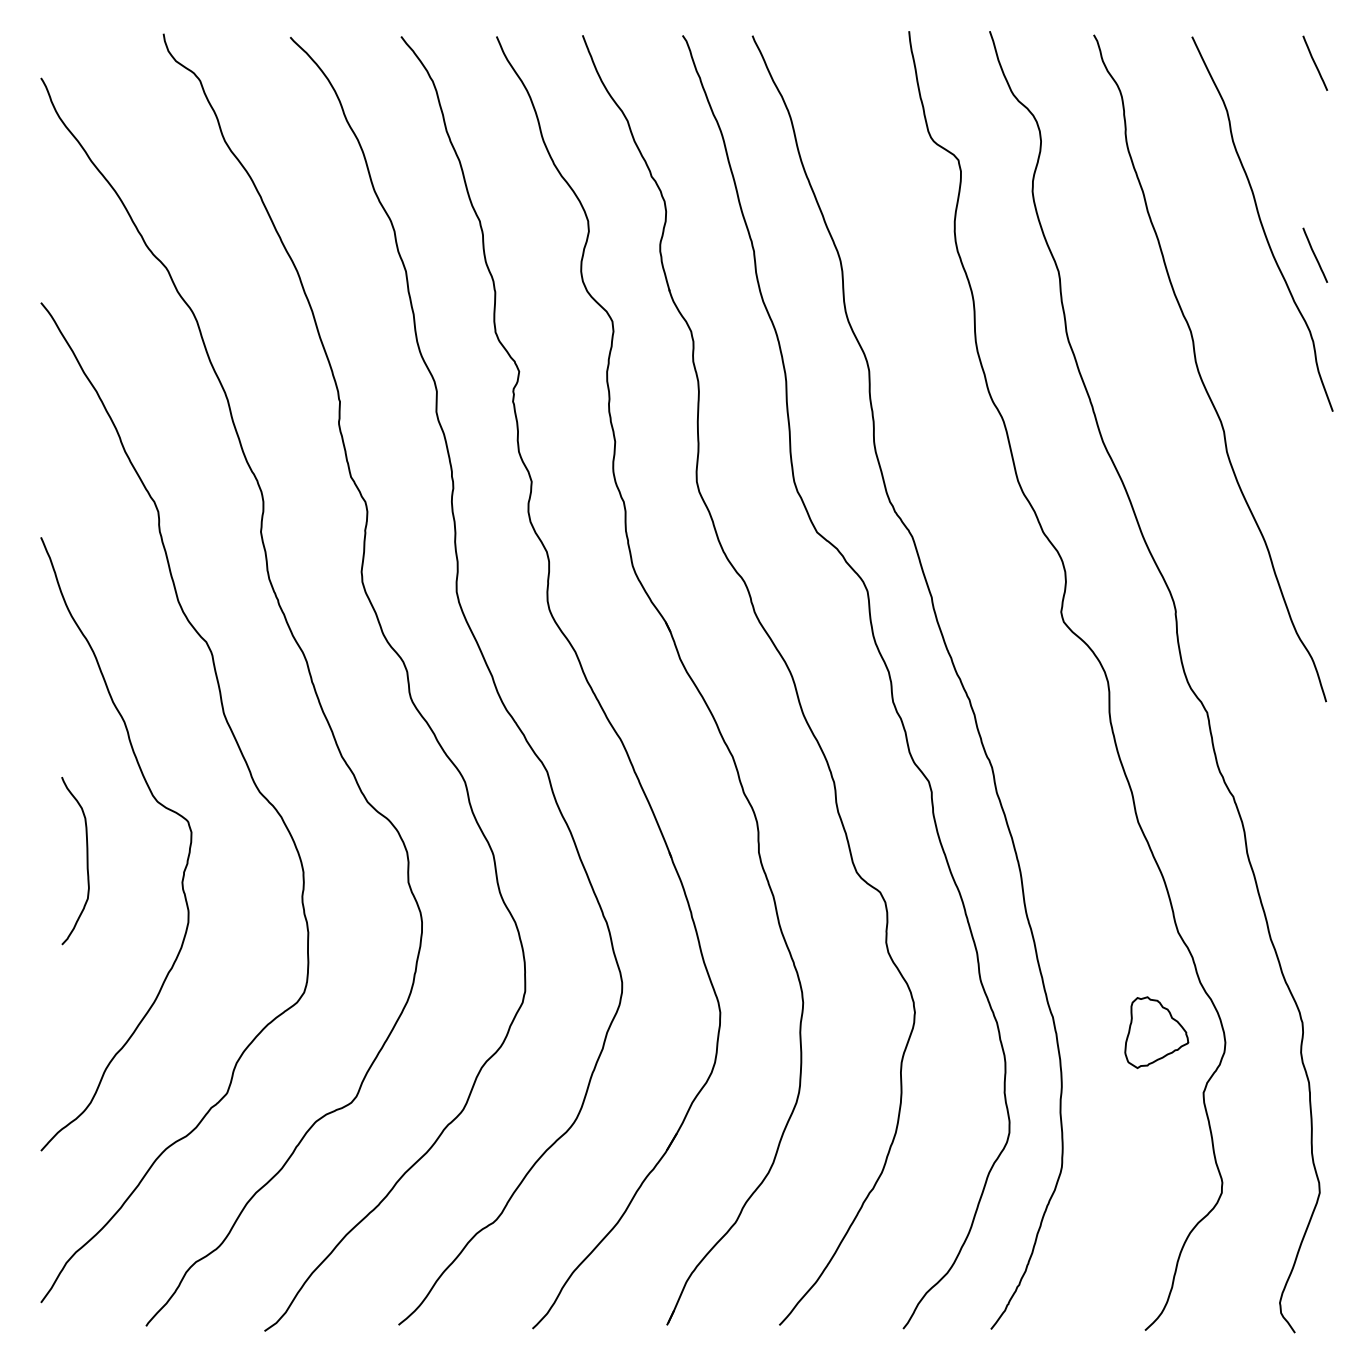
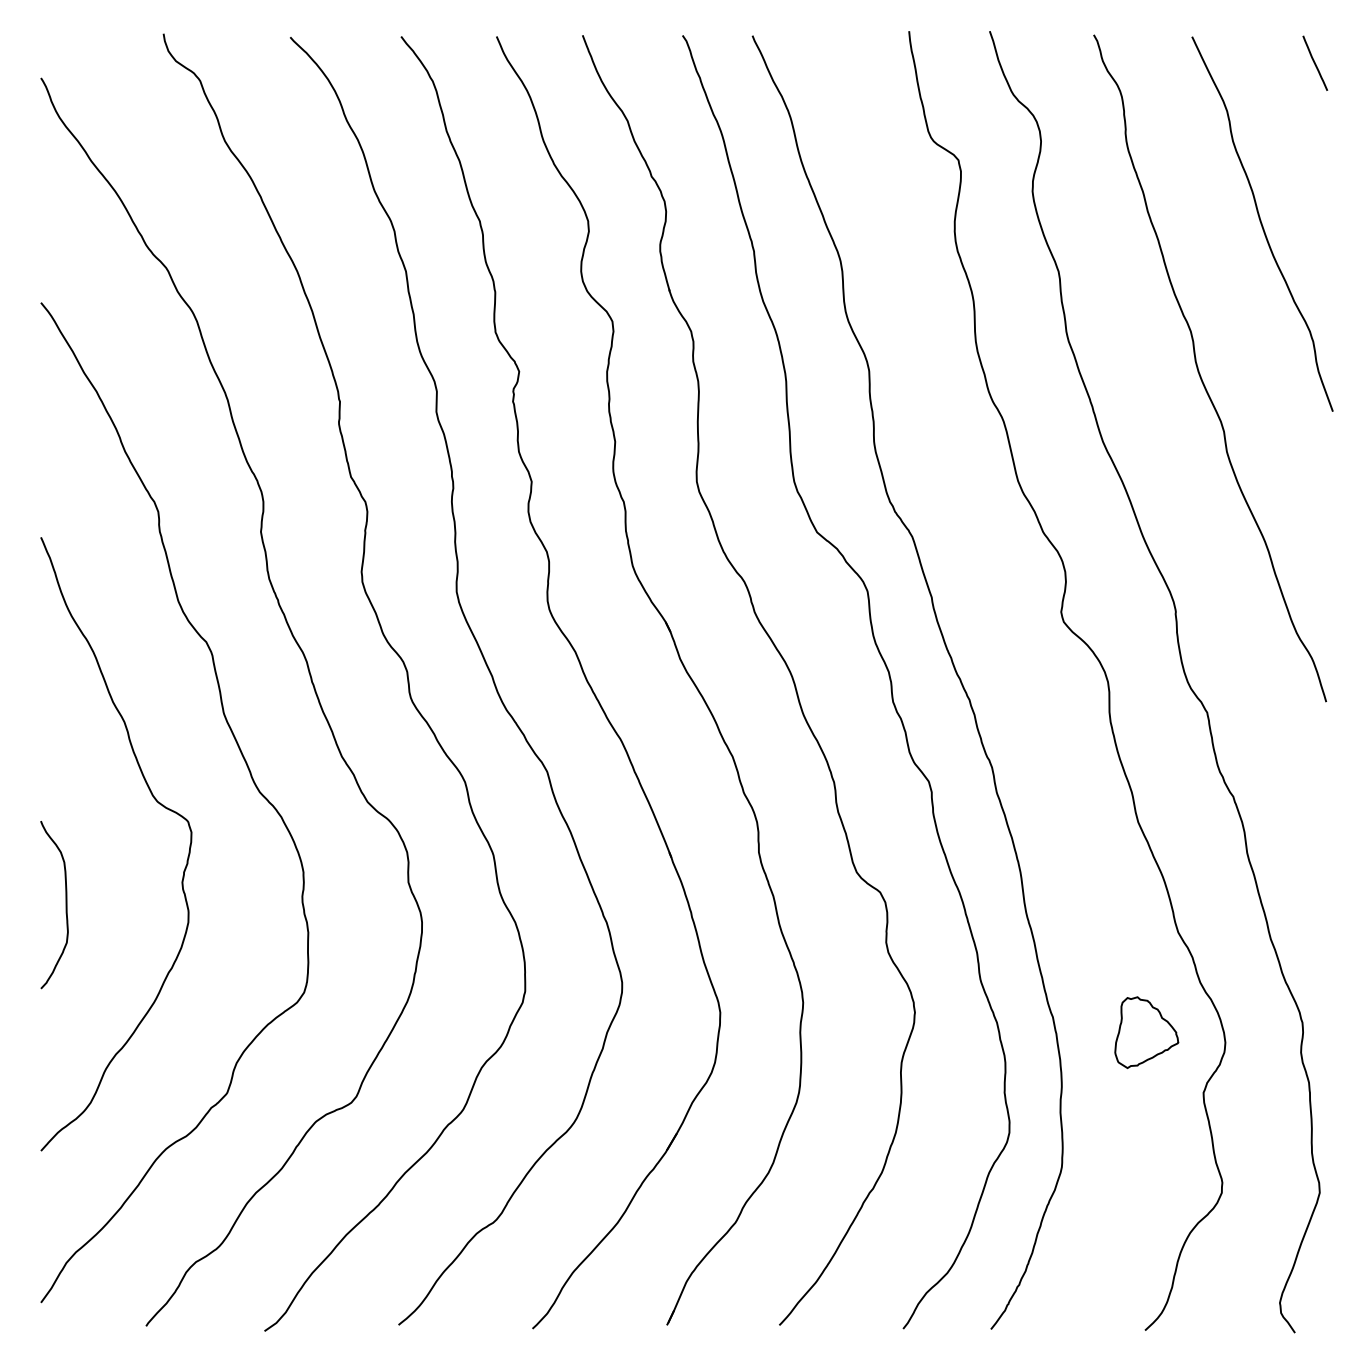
line at (1315, 254): present -> none
curve at (86, 861) position: (86, 861) -> (65, 905)
part at (1156, 1032) position: (1156, 1032) -> (1146, 1032)
